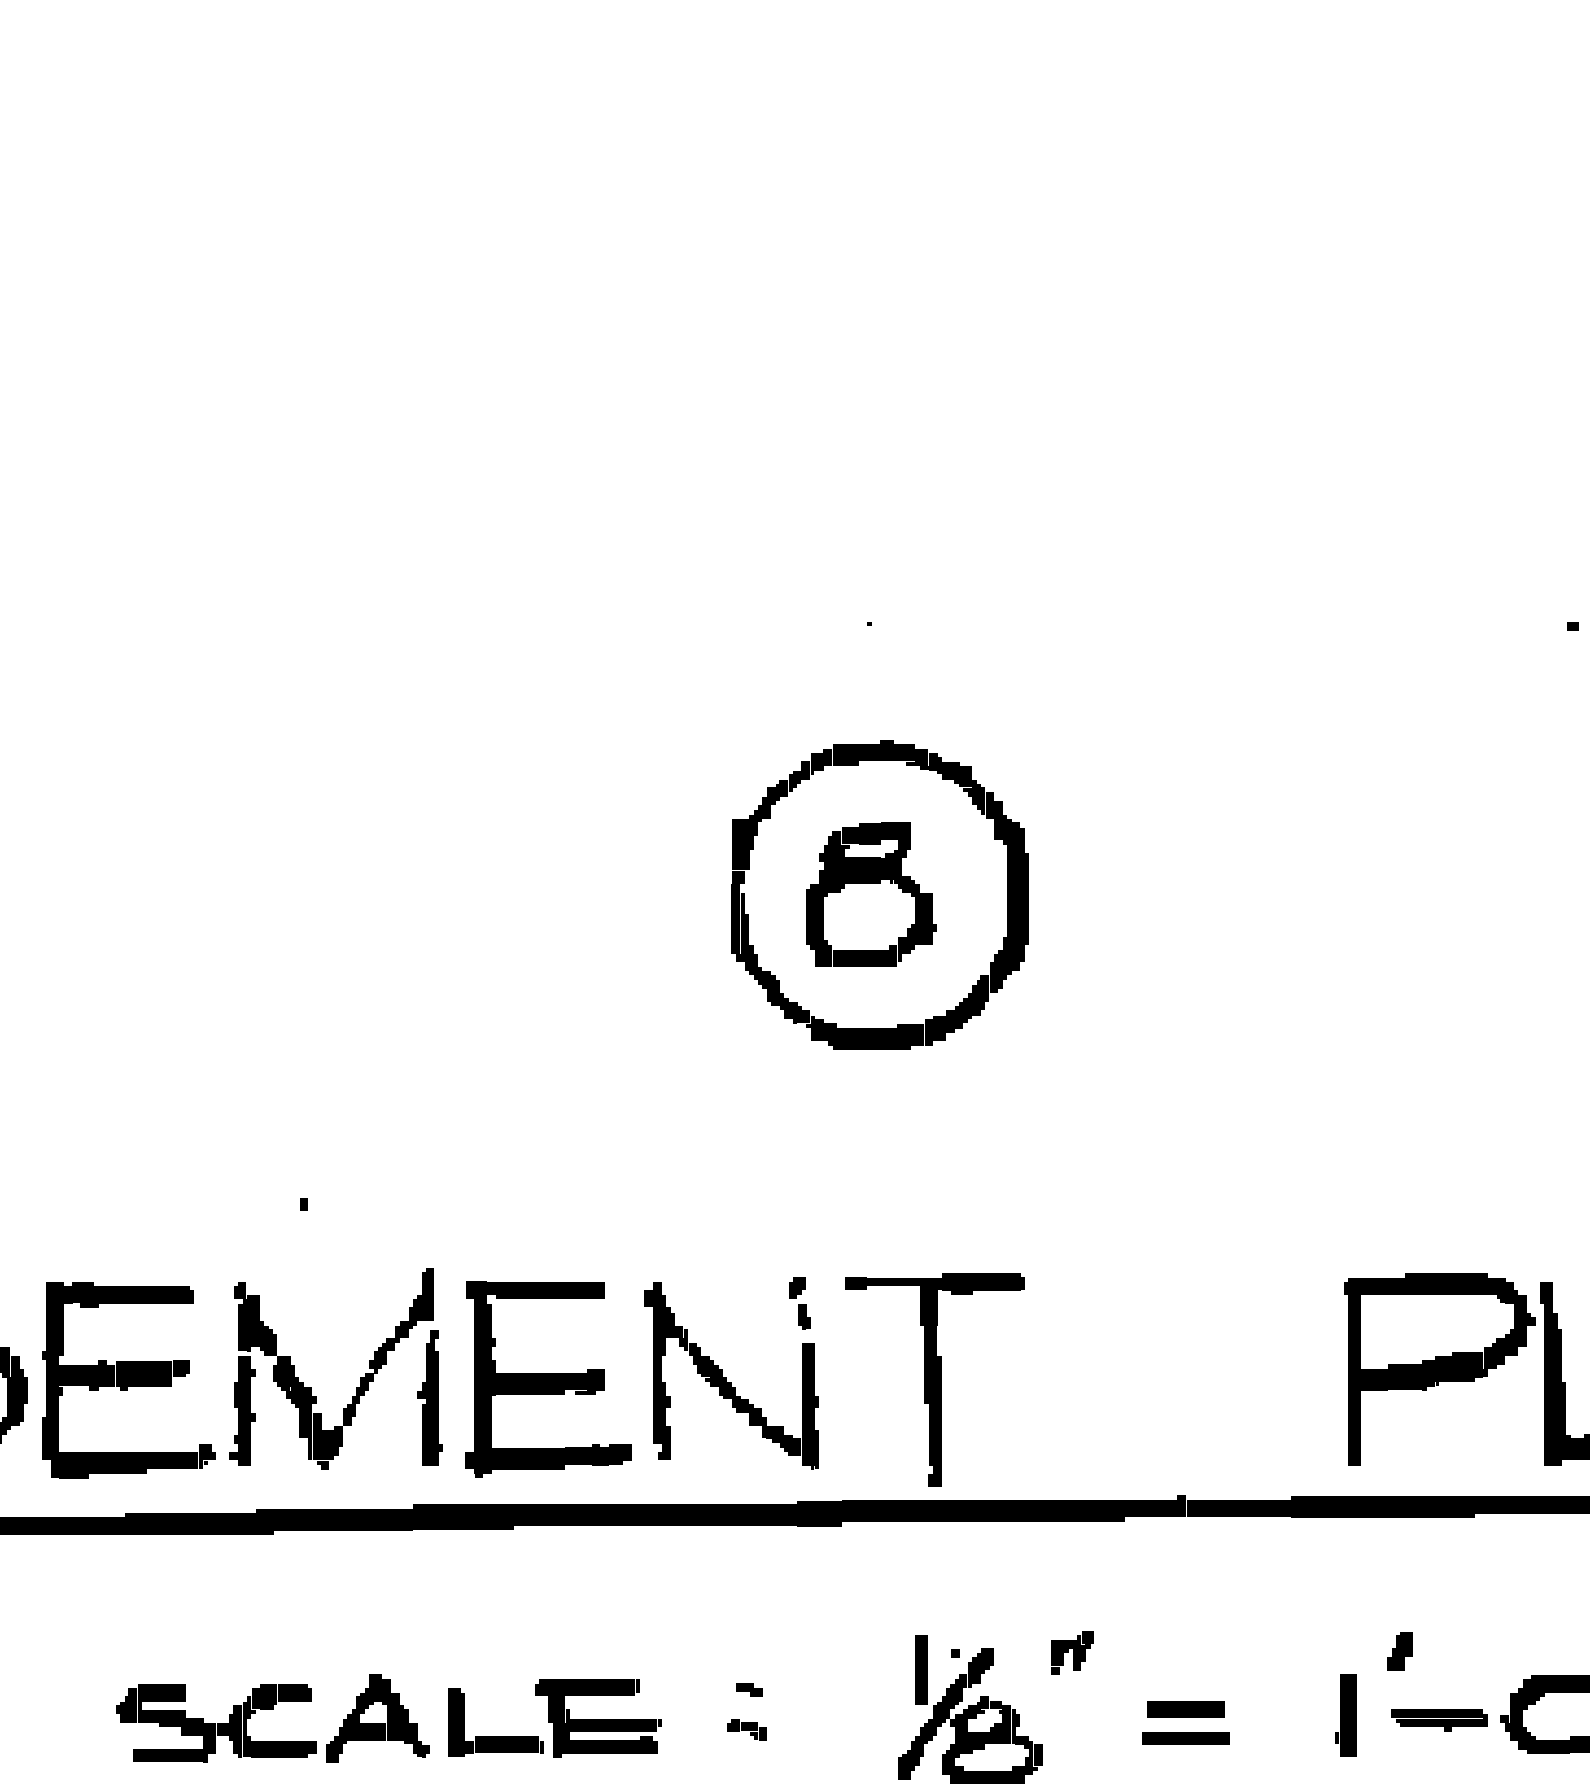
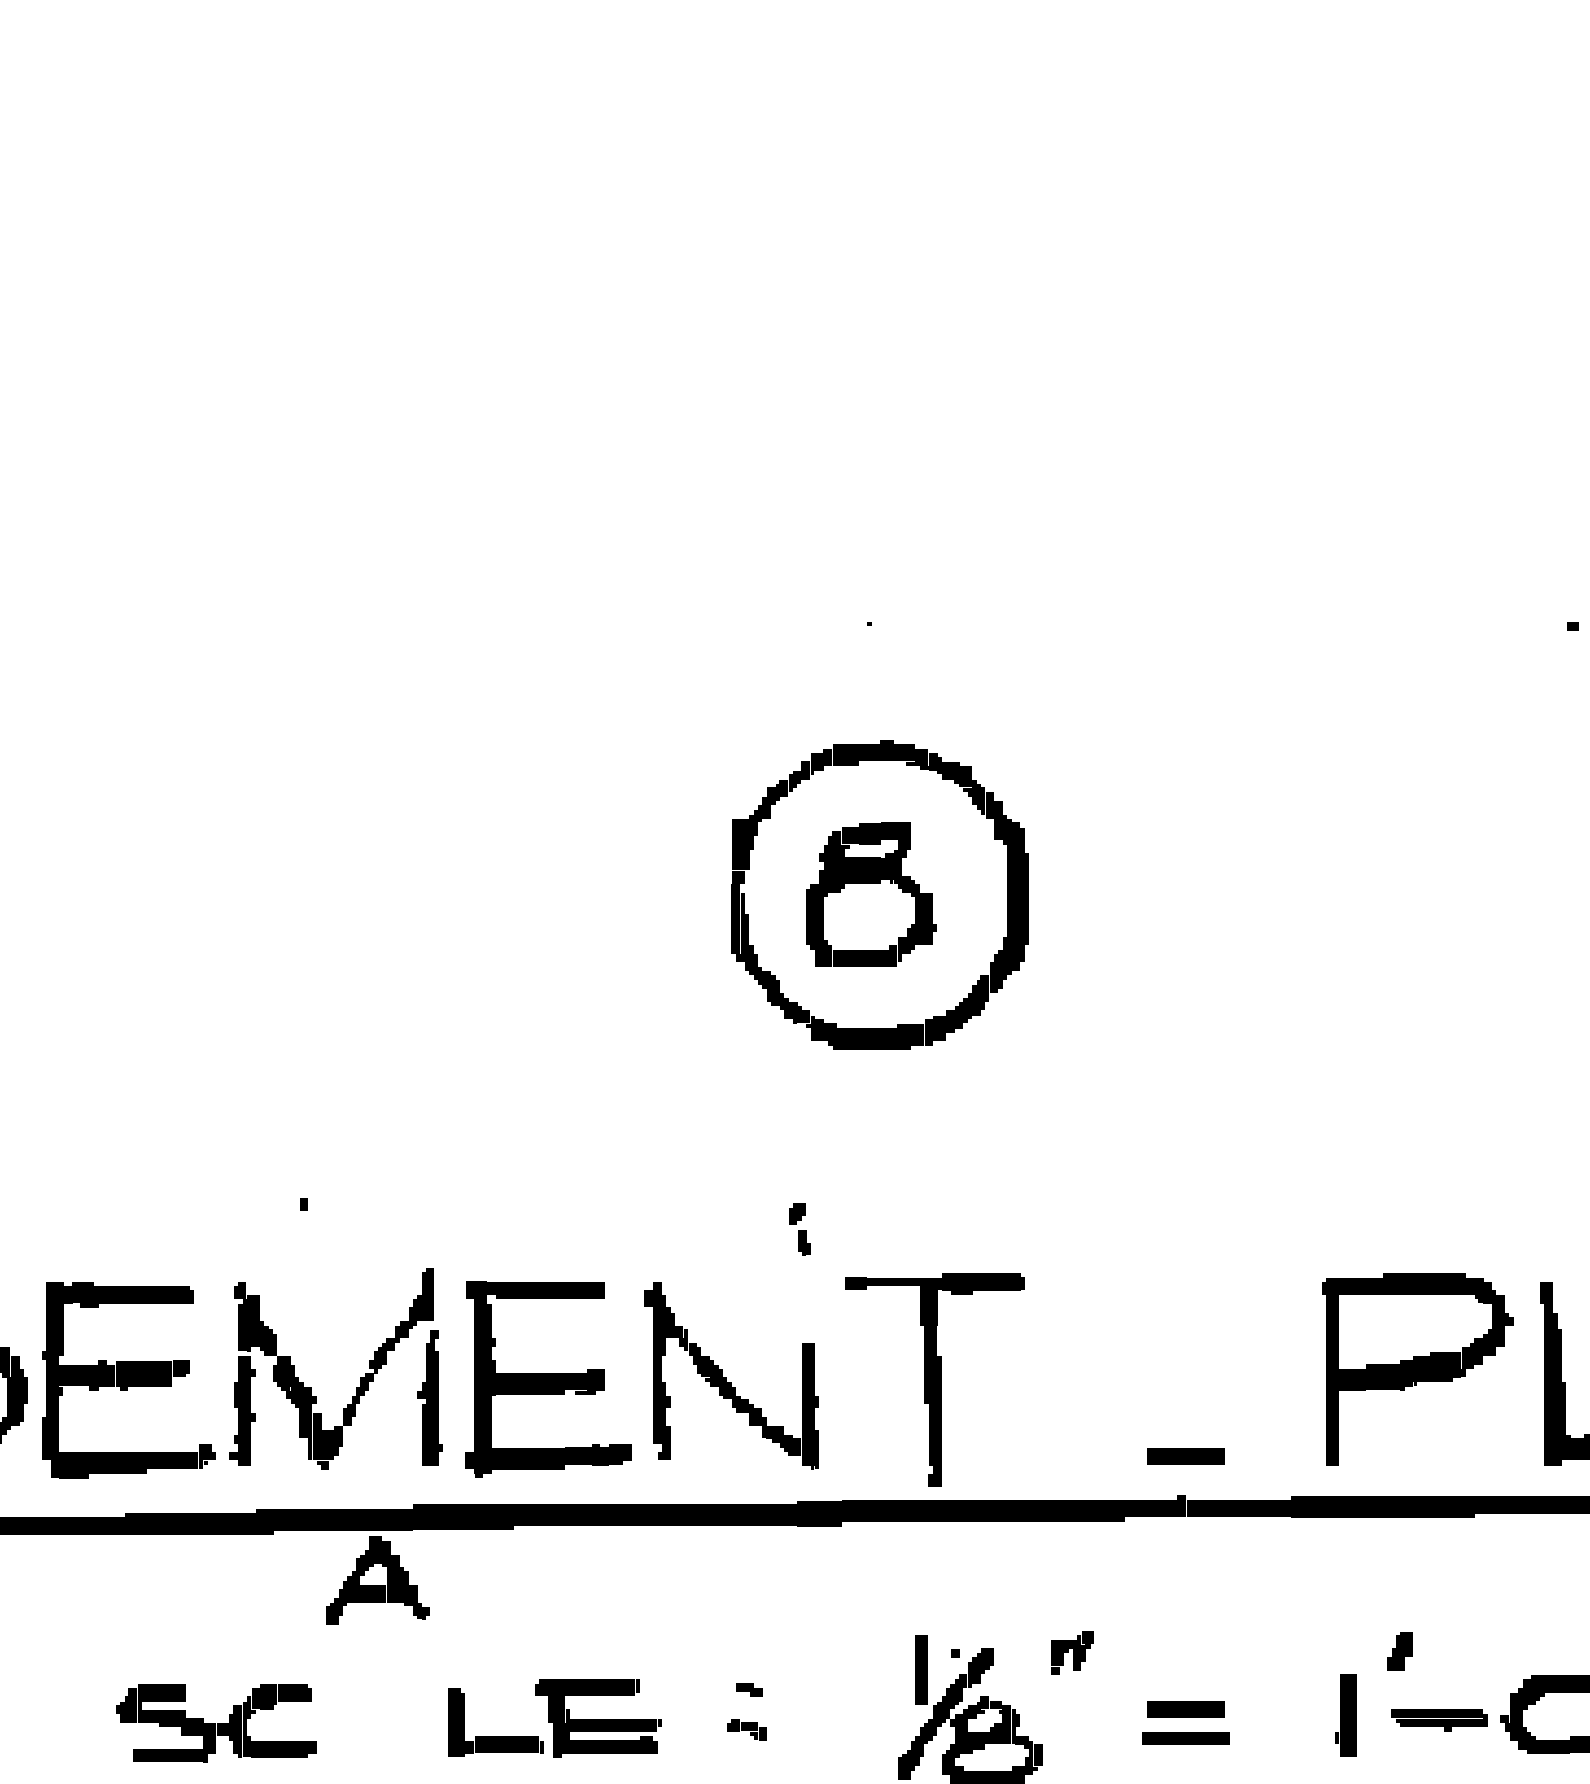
part at (799, 1303) position: (799, 1303) -> (799, 1229)
part at (1439, 1369) position: (1439, 1369) -> (1417, 1369)
line at (1185, 1456): none -> present
part at (377, 1718) position: (377, 1718) -> (377, 1580)
